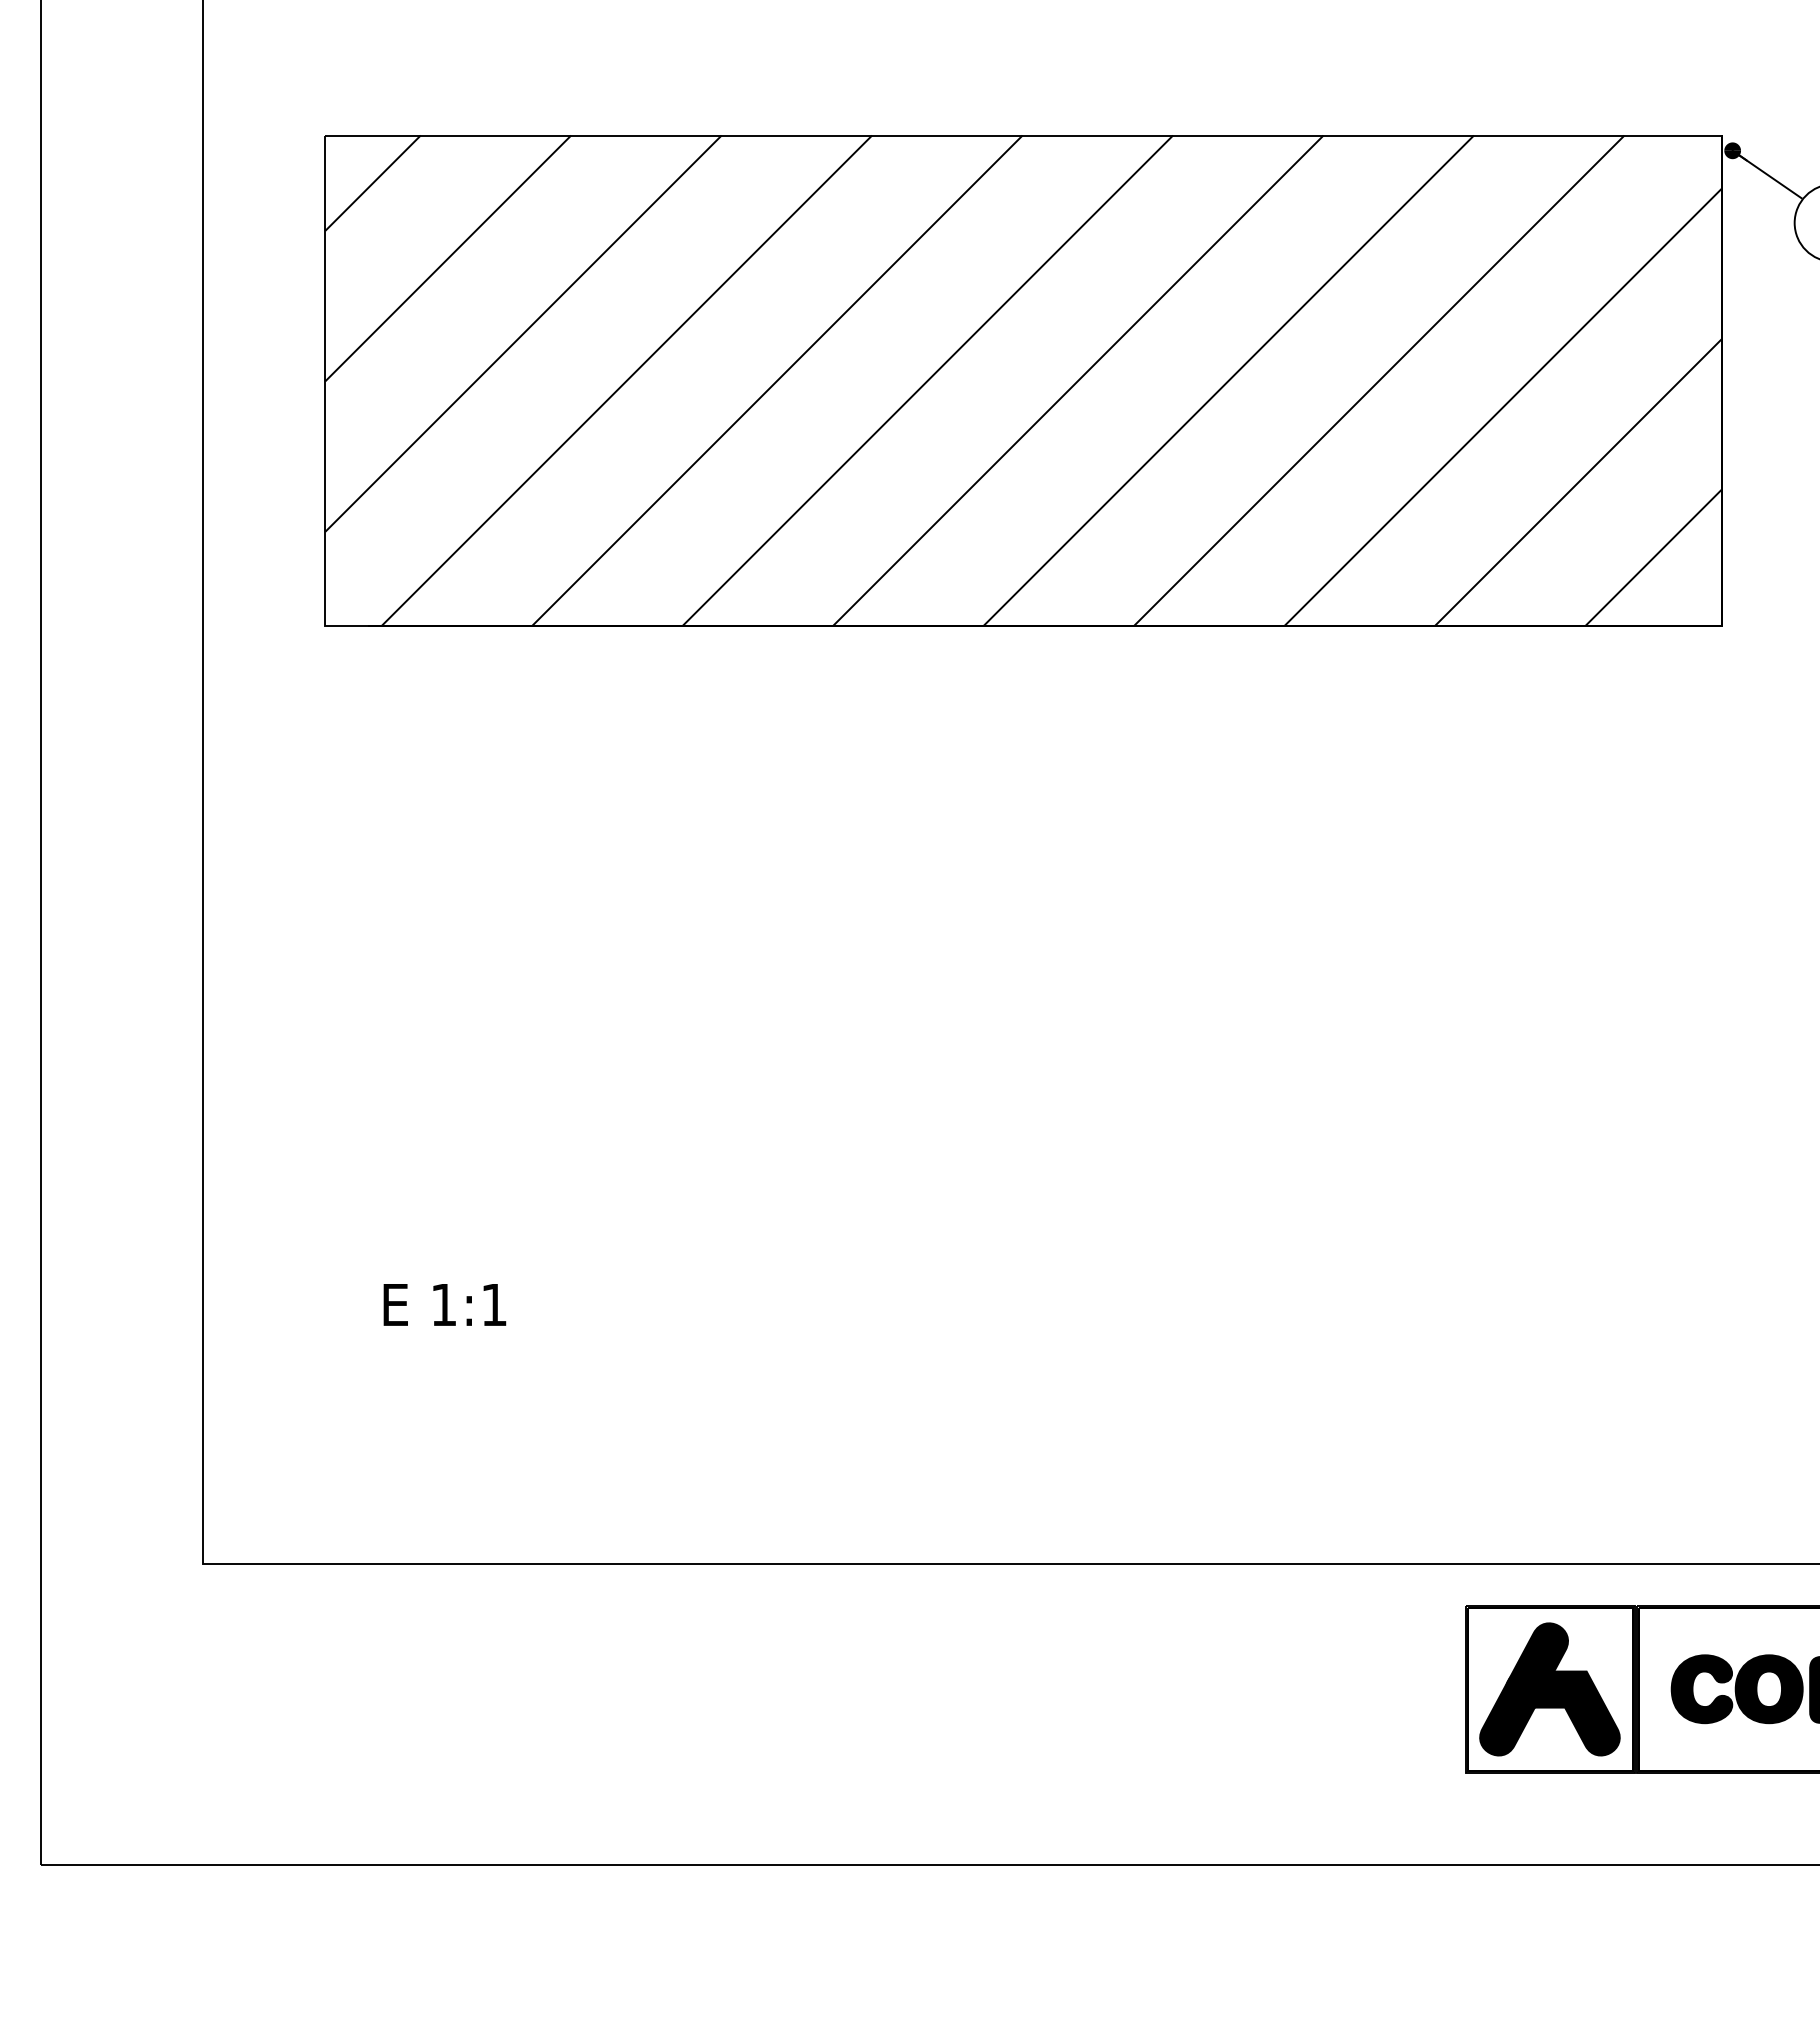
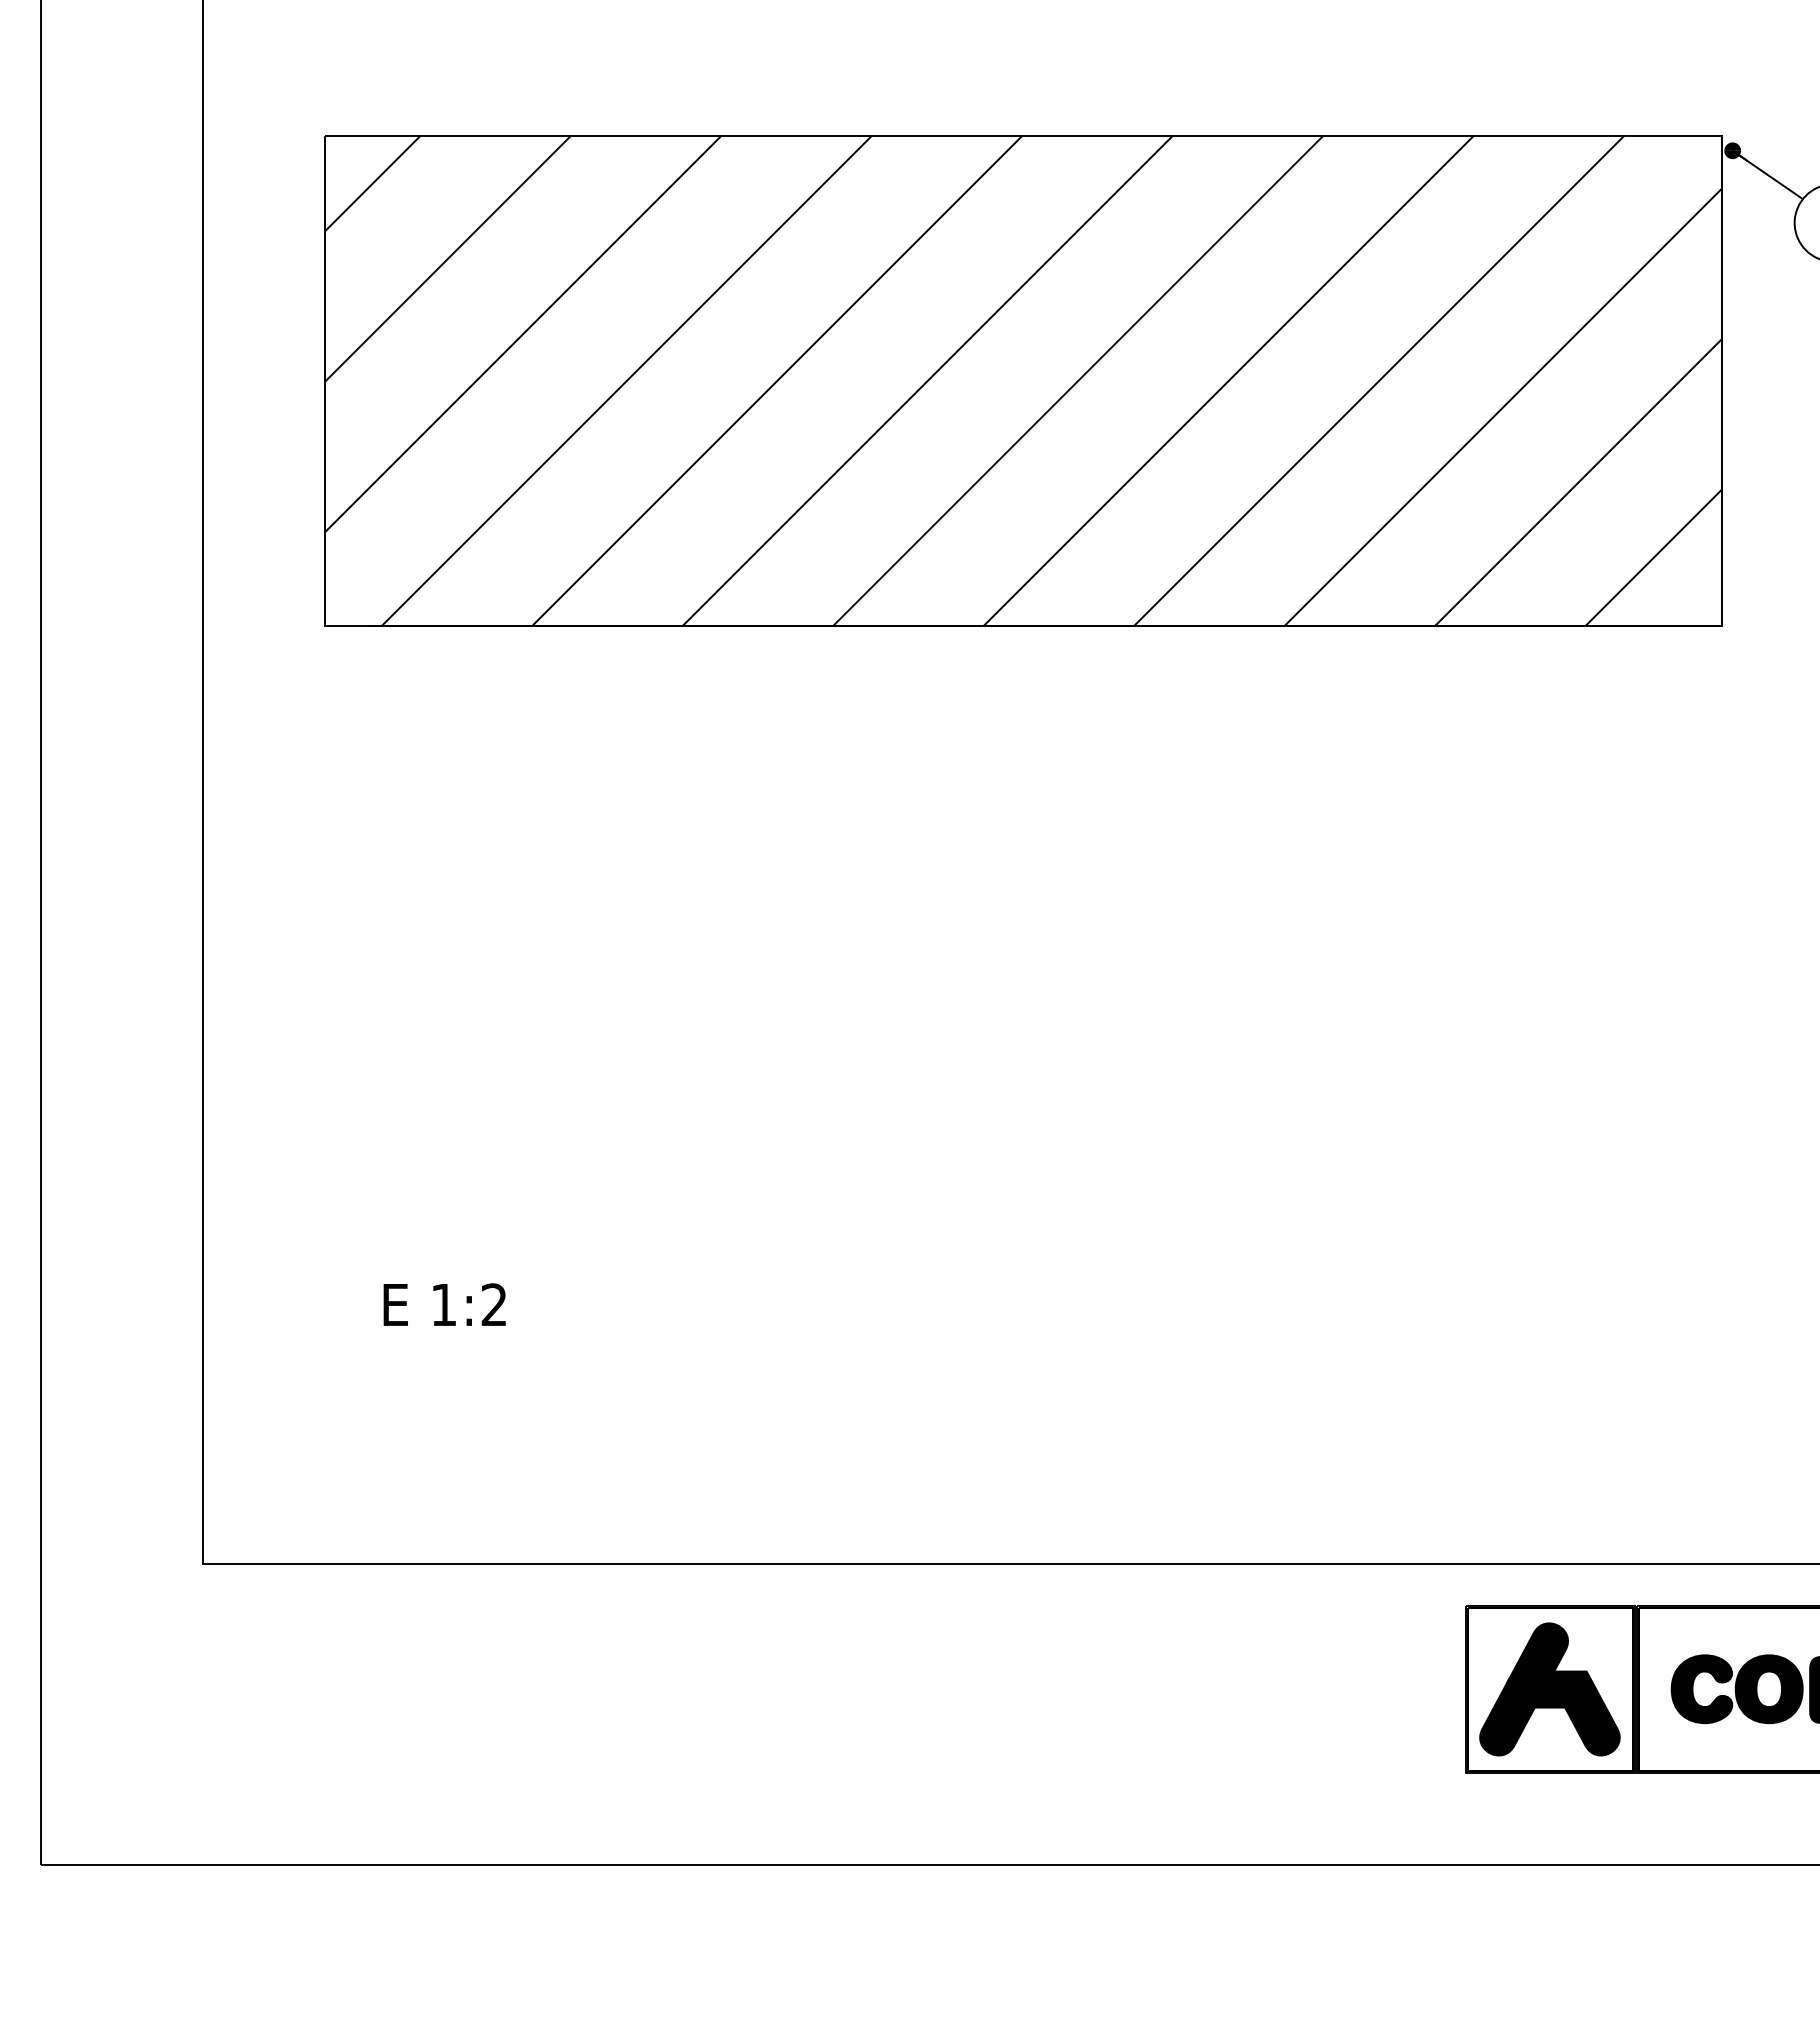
text at (493, 1304): 1:1 -> 1:2
